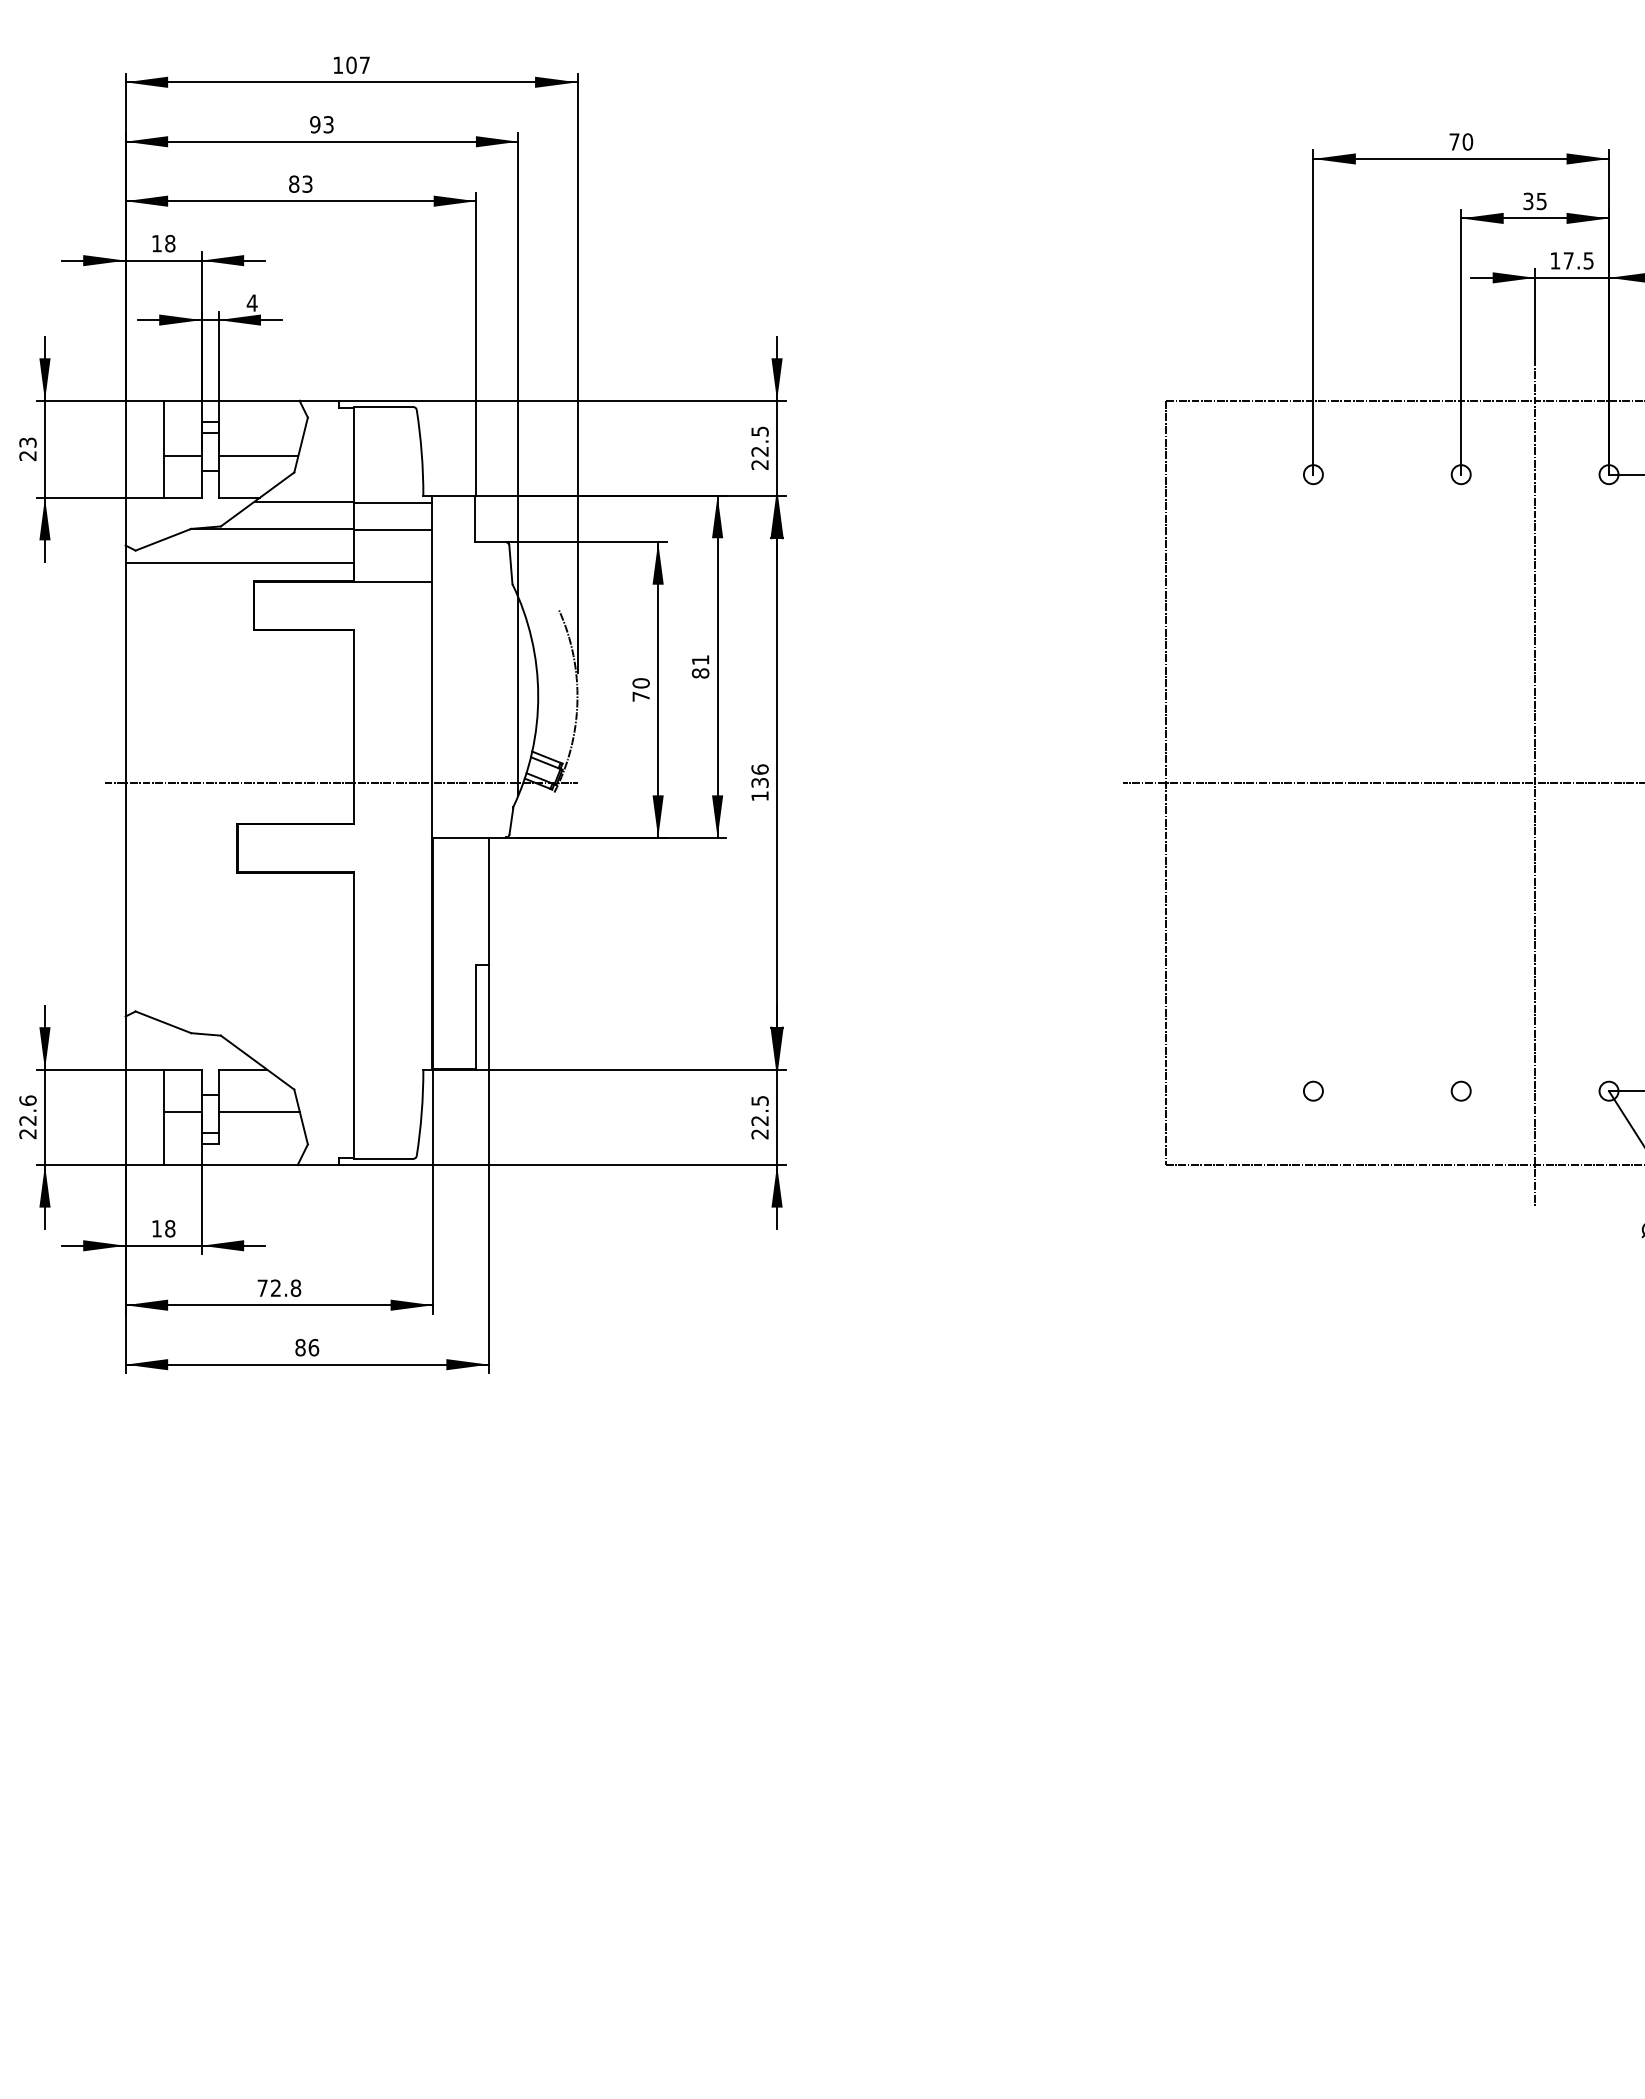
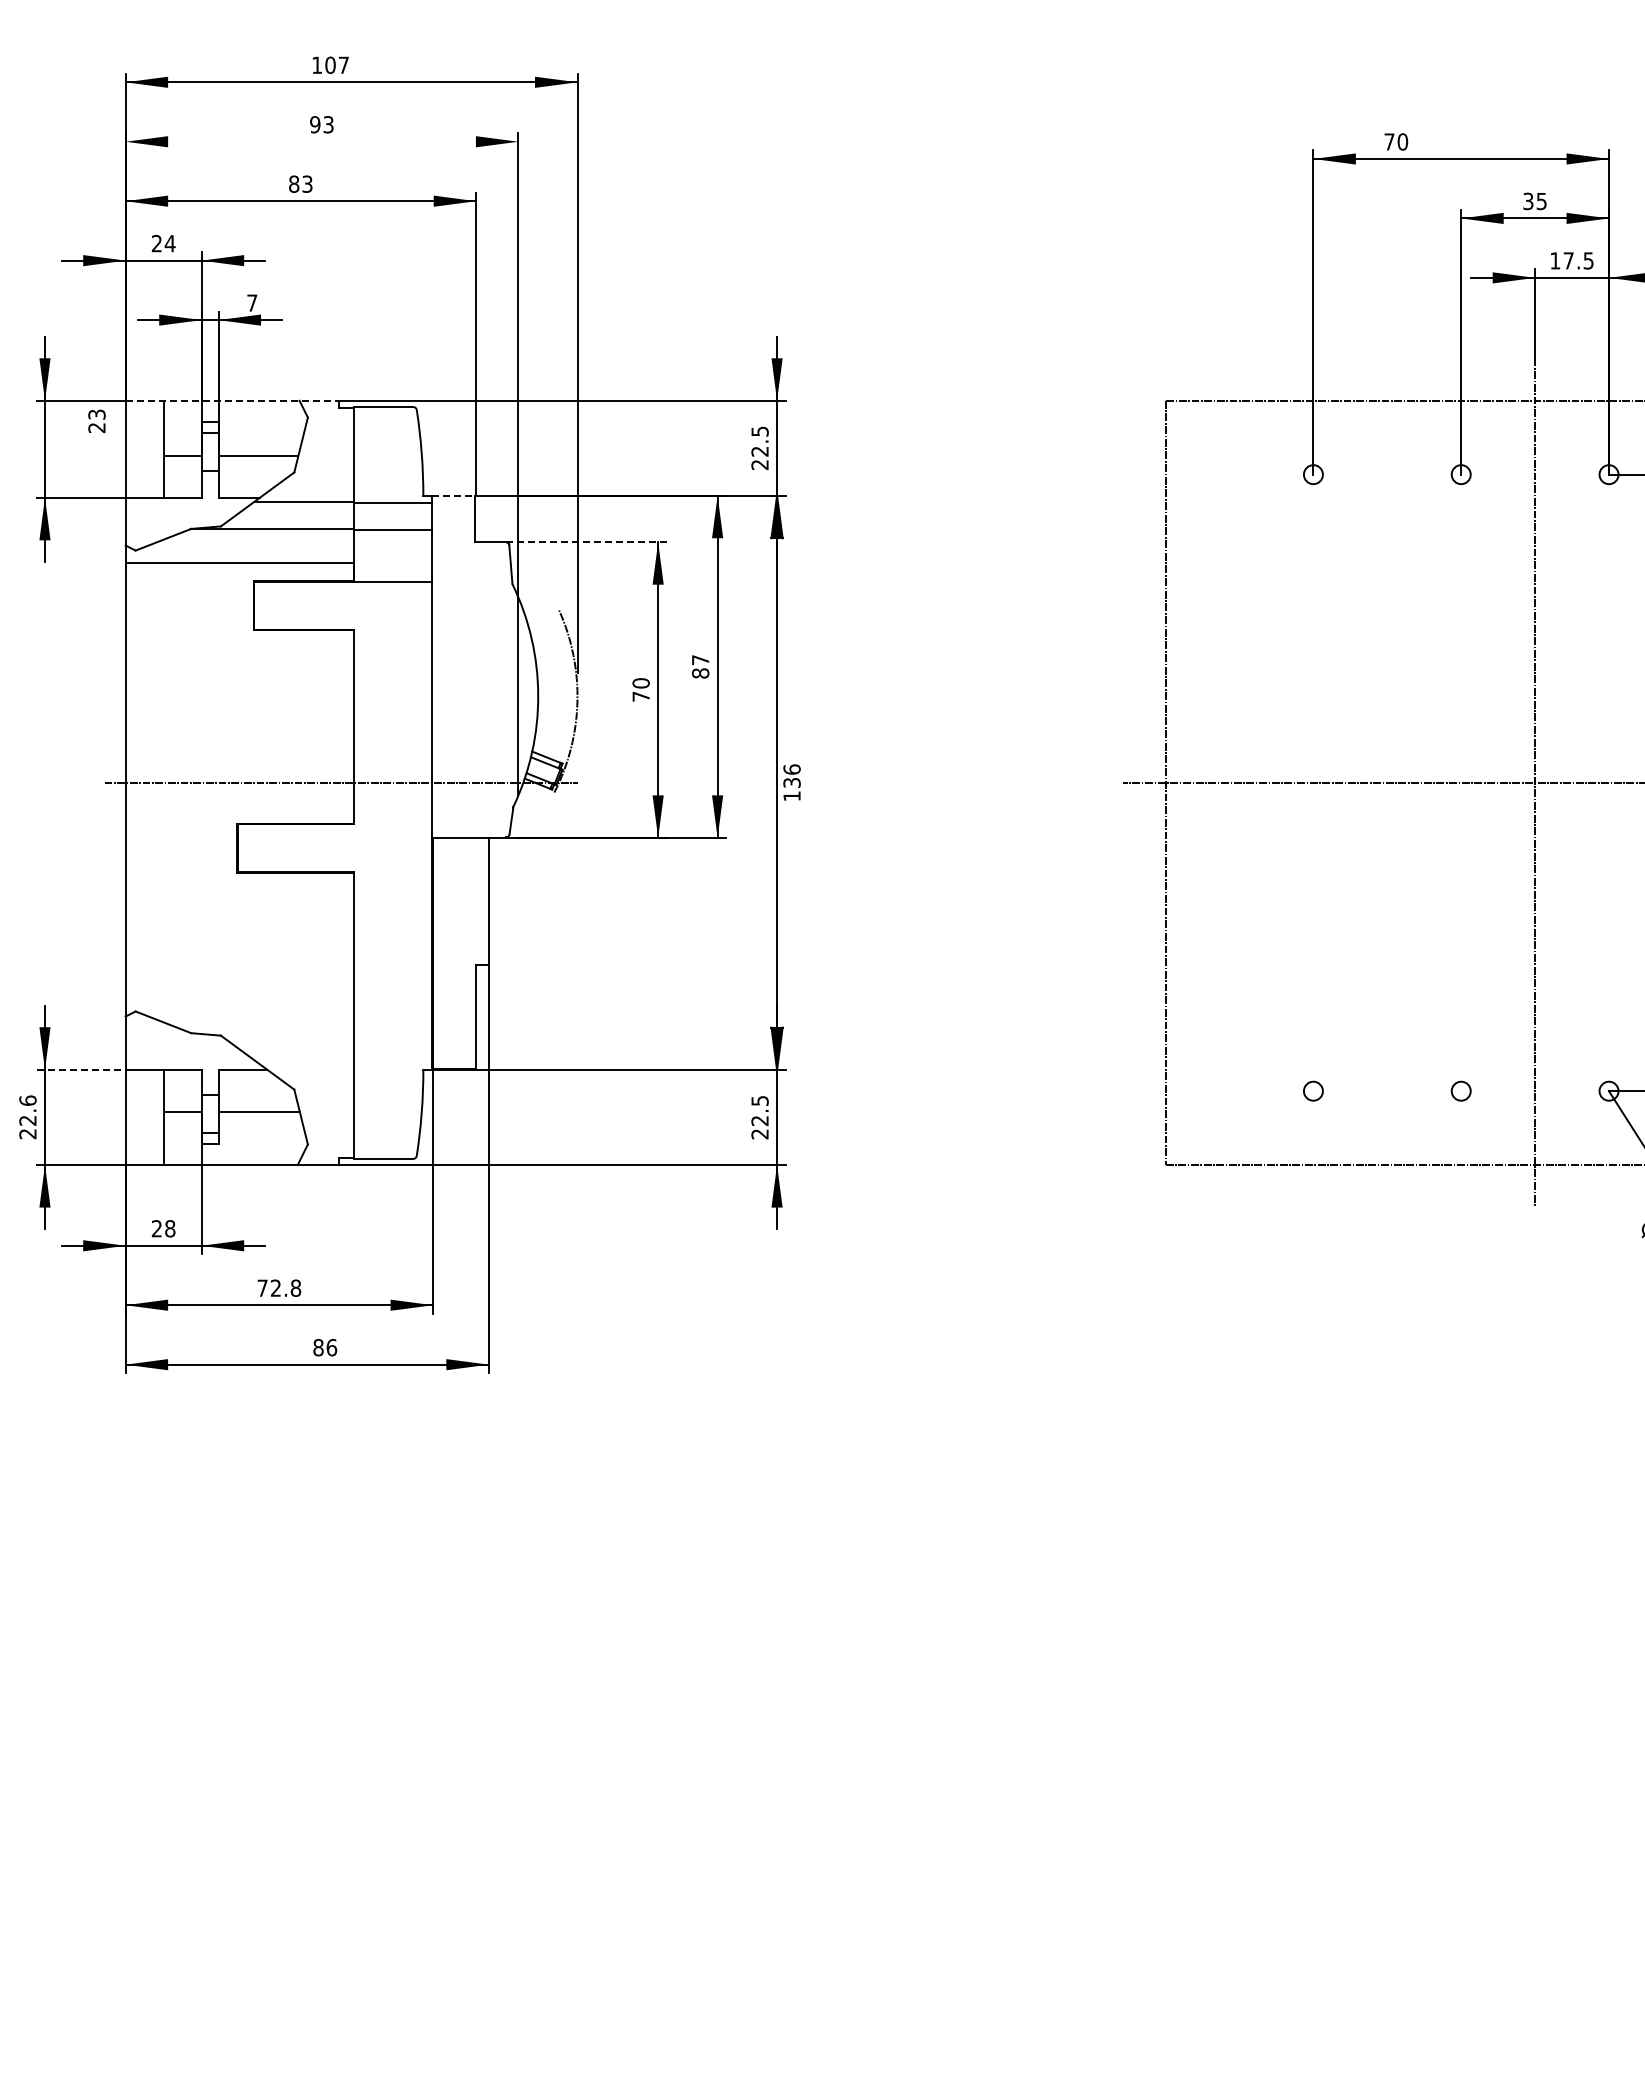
text at (351, 64) position: (351, 64) -> (330, 64)
line at (321, 141): present -> none
text at (1461, 141) position: (1461, 141) -> (1396, 141)
text at (163, 243): 18 -> 24
text at (251, 302): 4 -> 7
line at (232, 400): solid -> dashed
text at (27, 449) position: (27, 449) -> (96, 421)
line at (453, 495): solid -> dashed
line at (585, 542): solid -> dashed
text at (700, 659): 81 -> 87
text at (759, 782) position: (759, 782) -> (791, 782)
line at (81, 1069): solid -> dashed
text at (156, 1228): 18 -> 28
text at (307, 1347) position: (307, 1347) -> (325, 1347)
